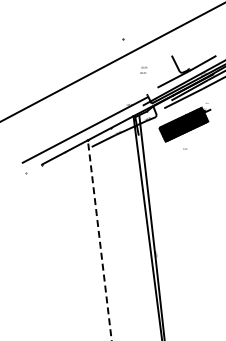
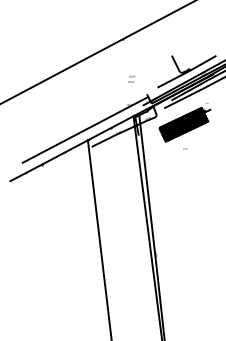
line at (112, 62) position: (112, 62) -> (97, 52)
text at (143, 69) position: (143, 69) -> (131, 78)
line at (26, 172): none -> present
line at (99, 240): dashed -> solid
